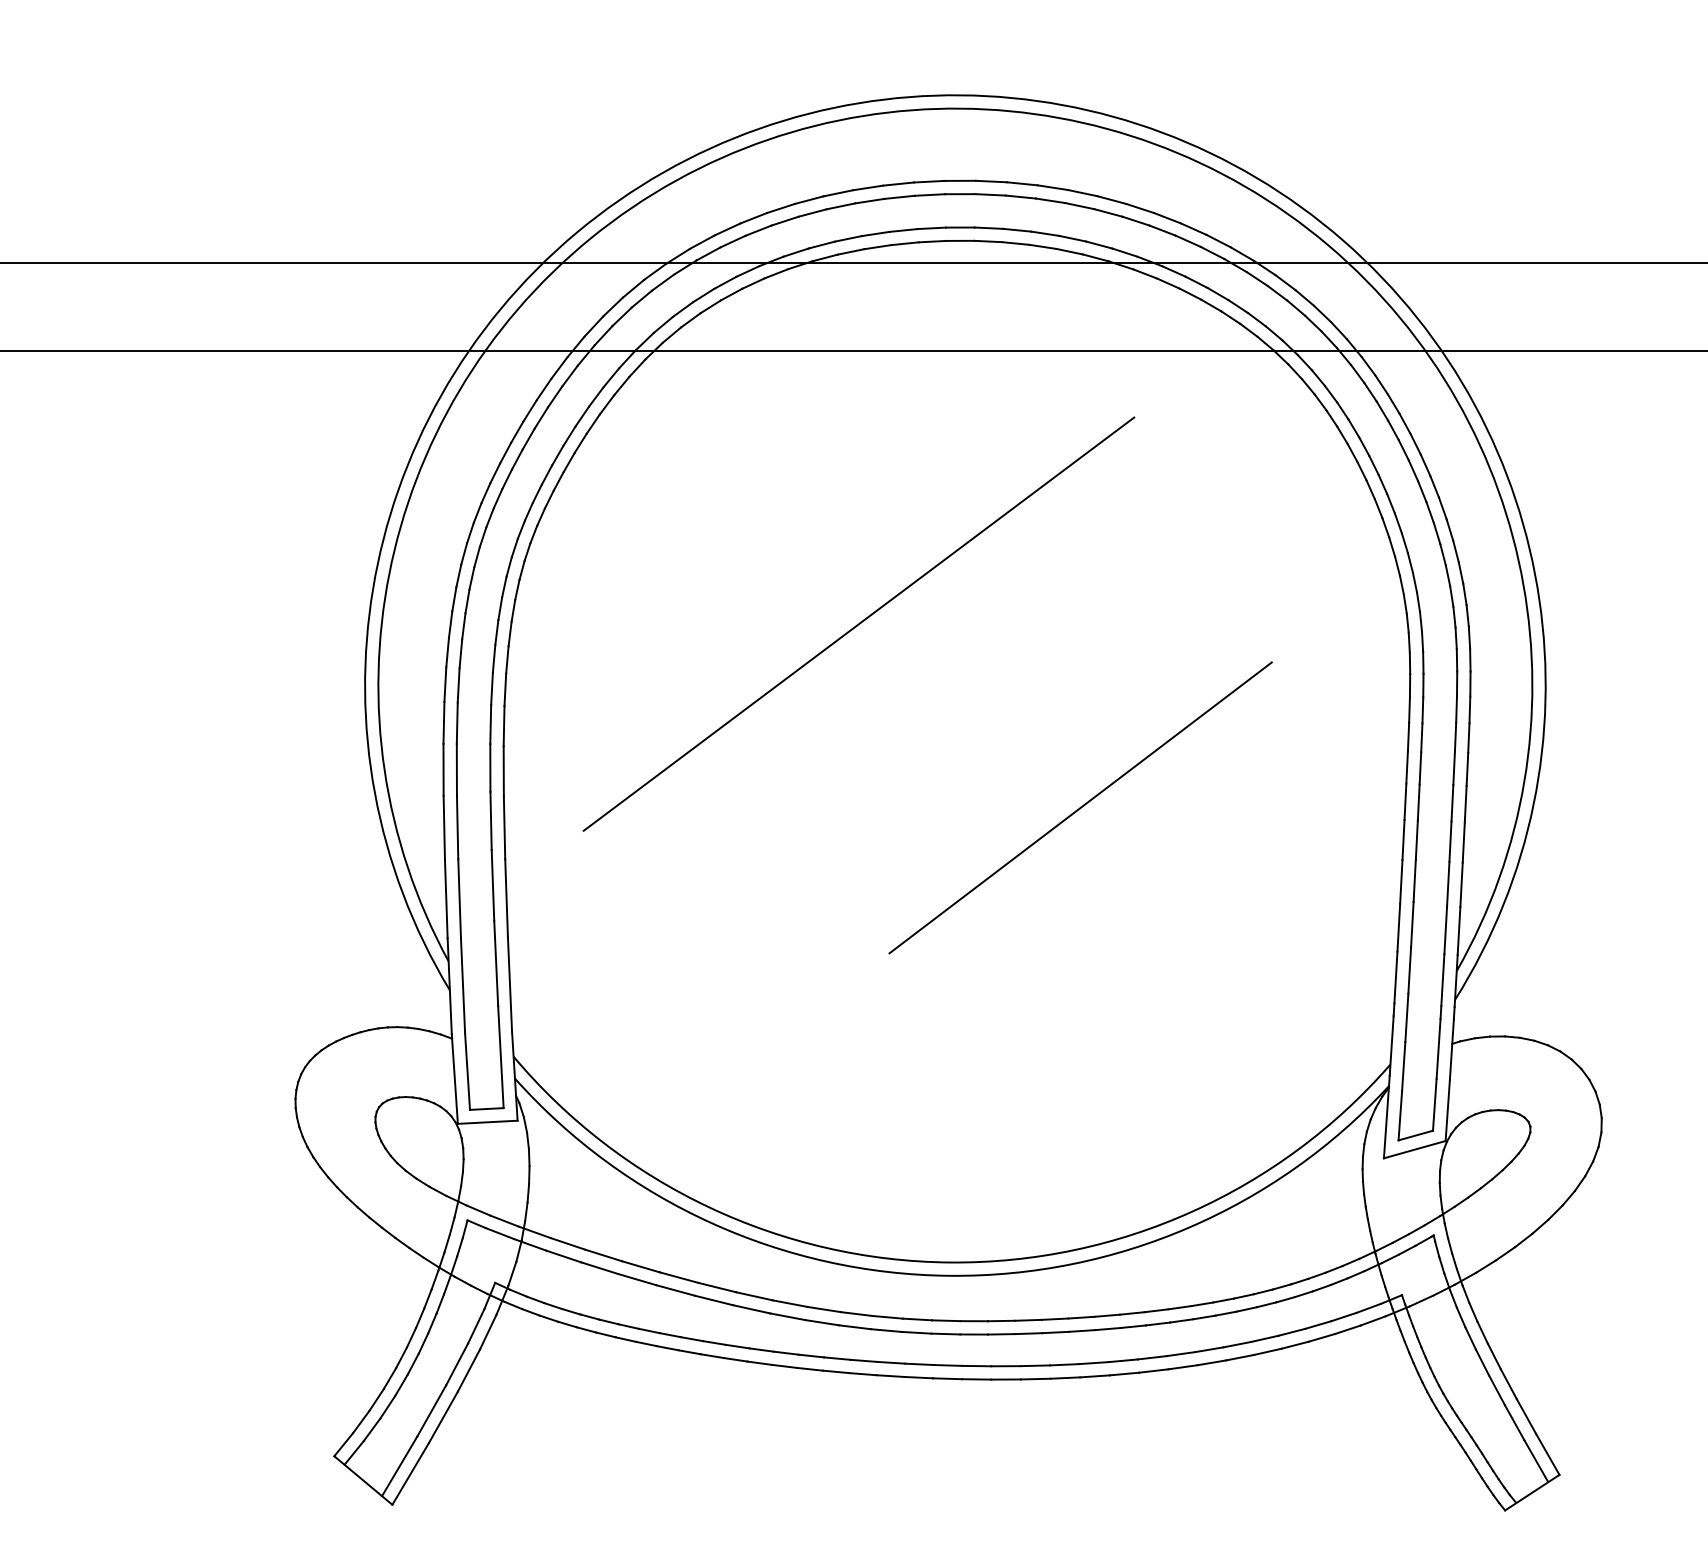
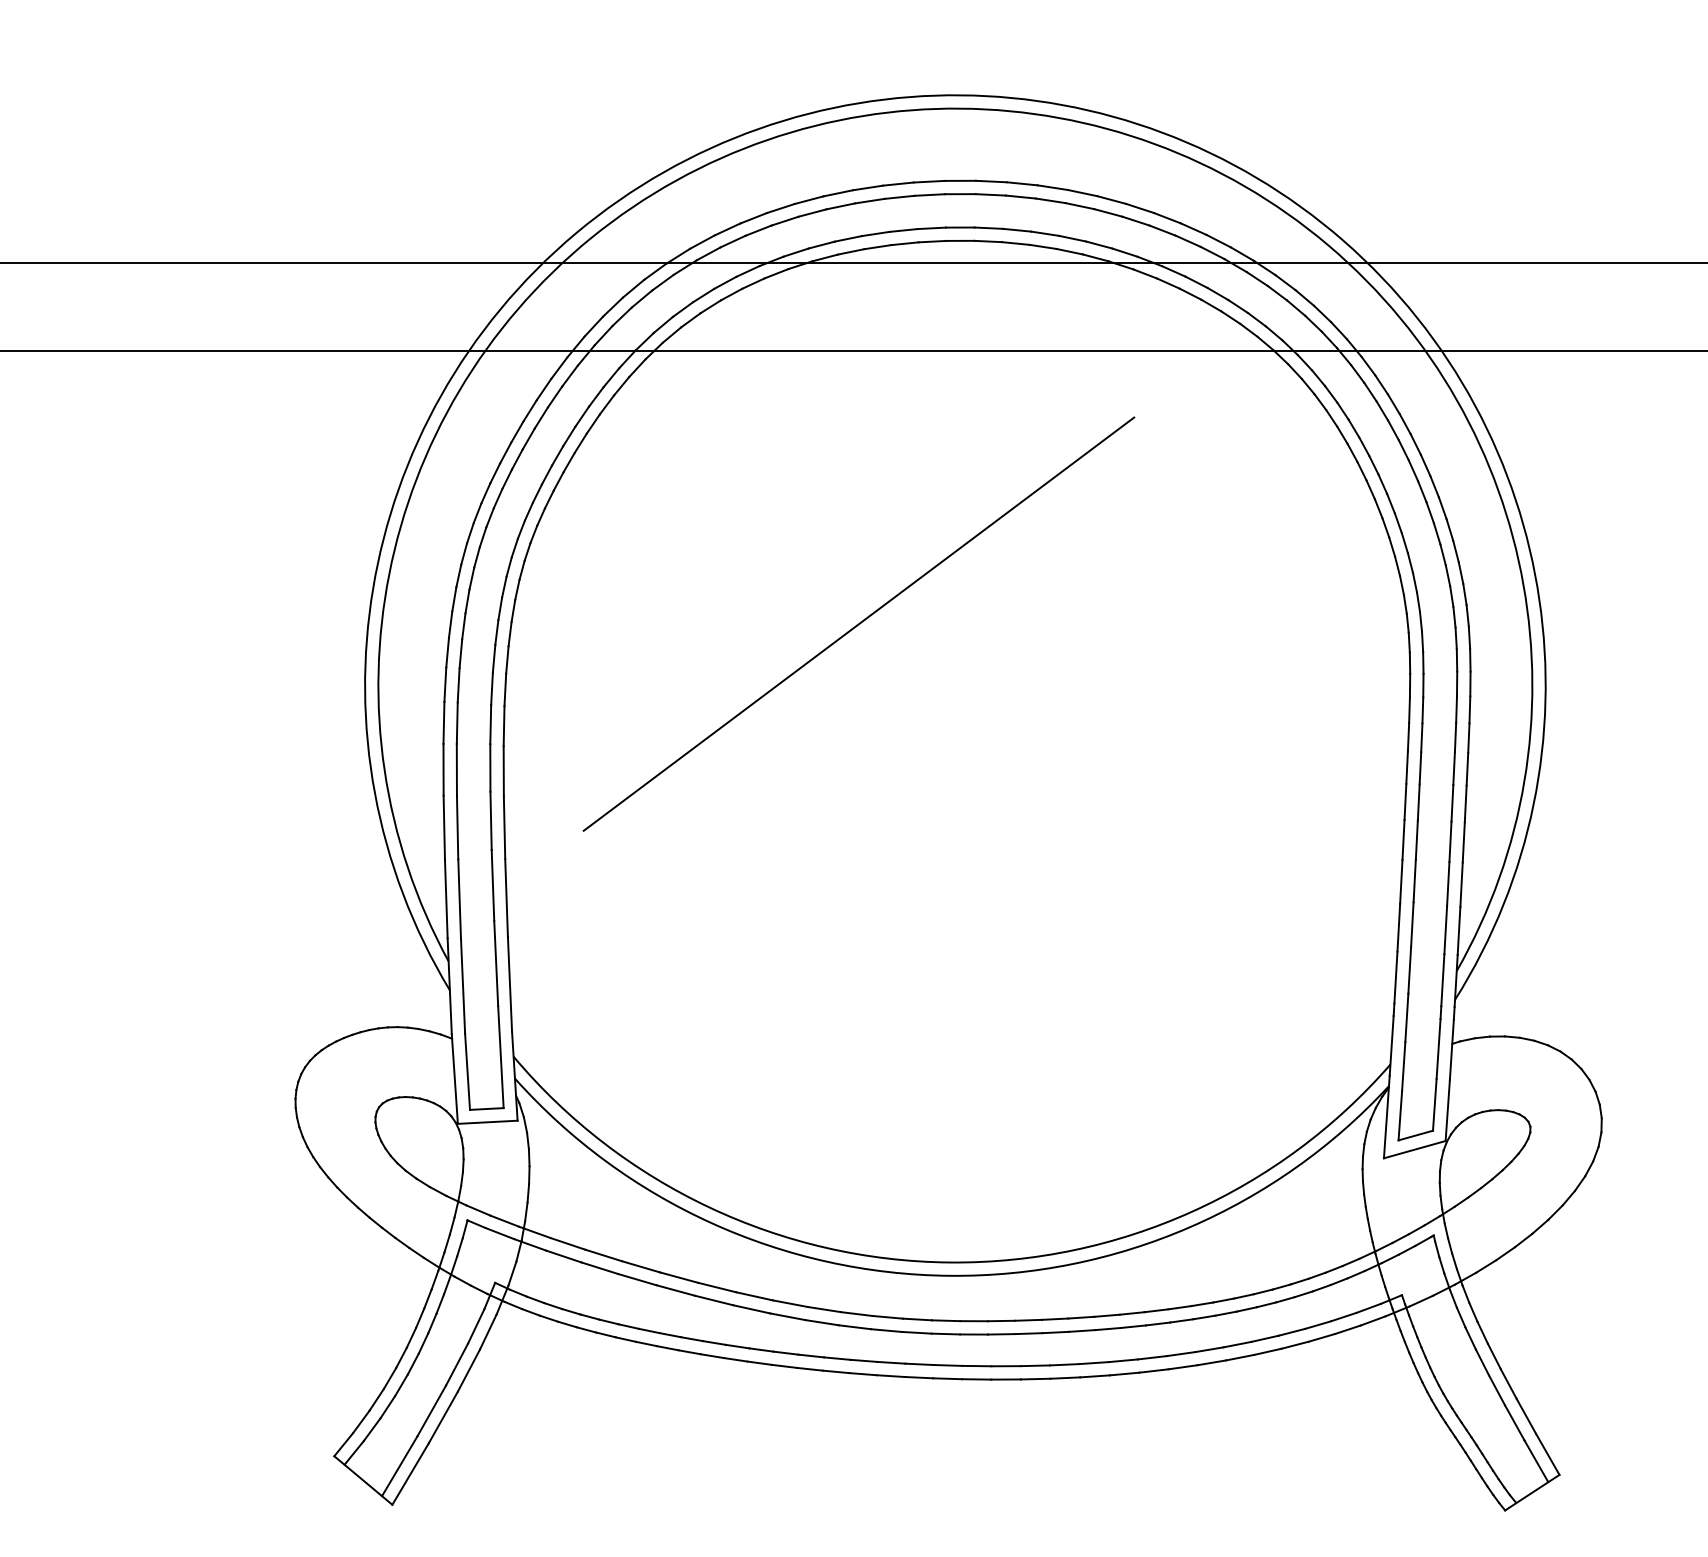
line at (1080, 807): present -> none
